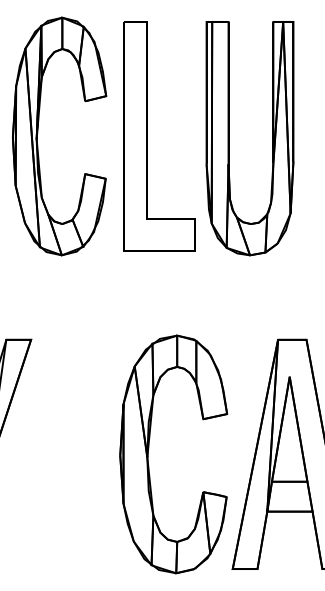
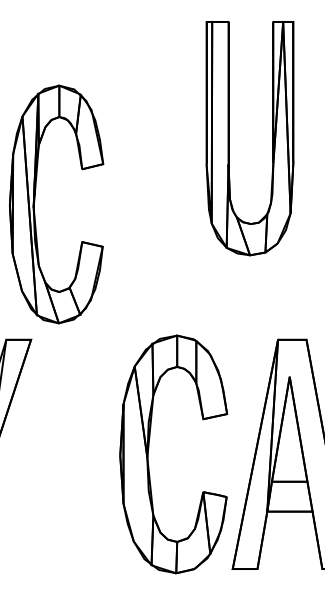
part at (38, 133) position: (38, 133) -> (35, 201)
part at (147, 136): present -> none
